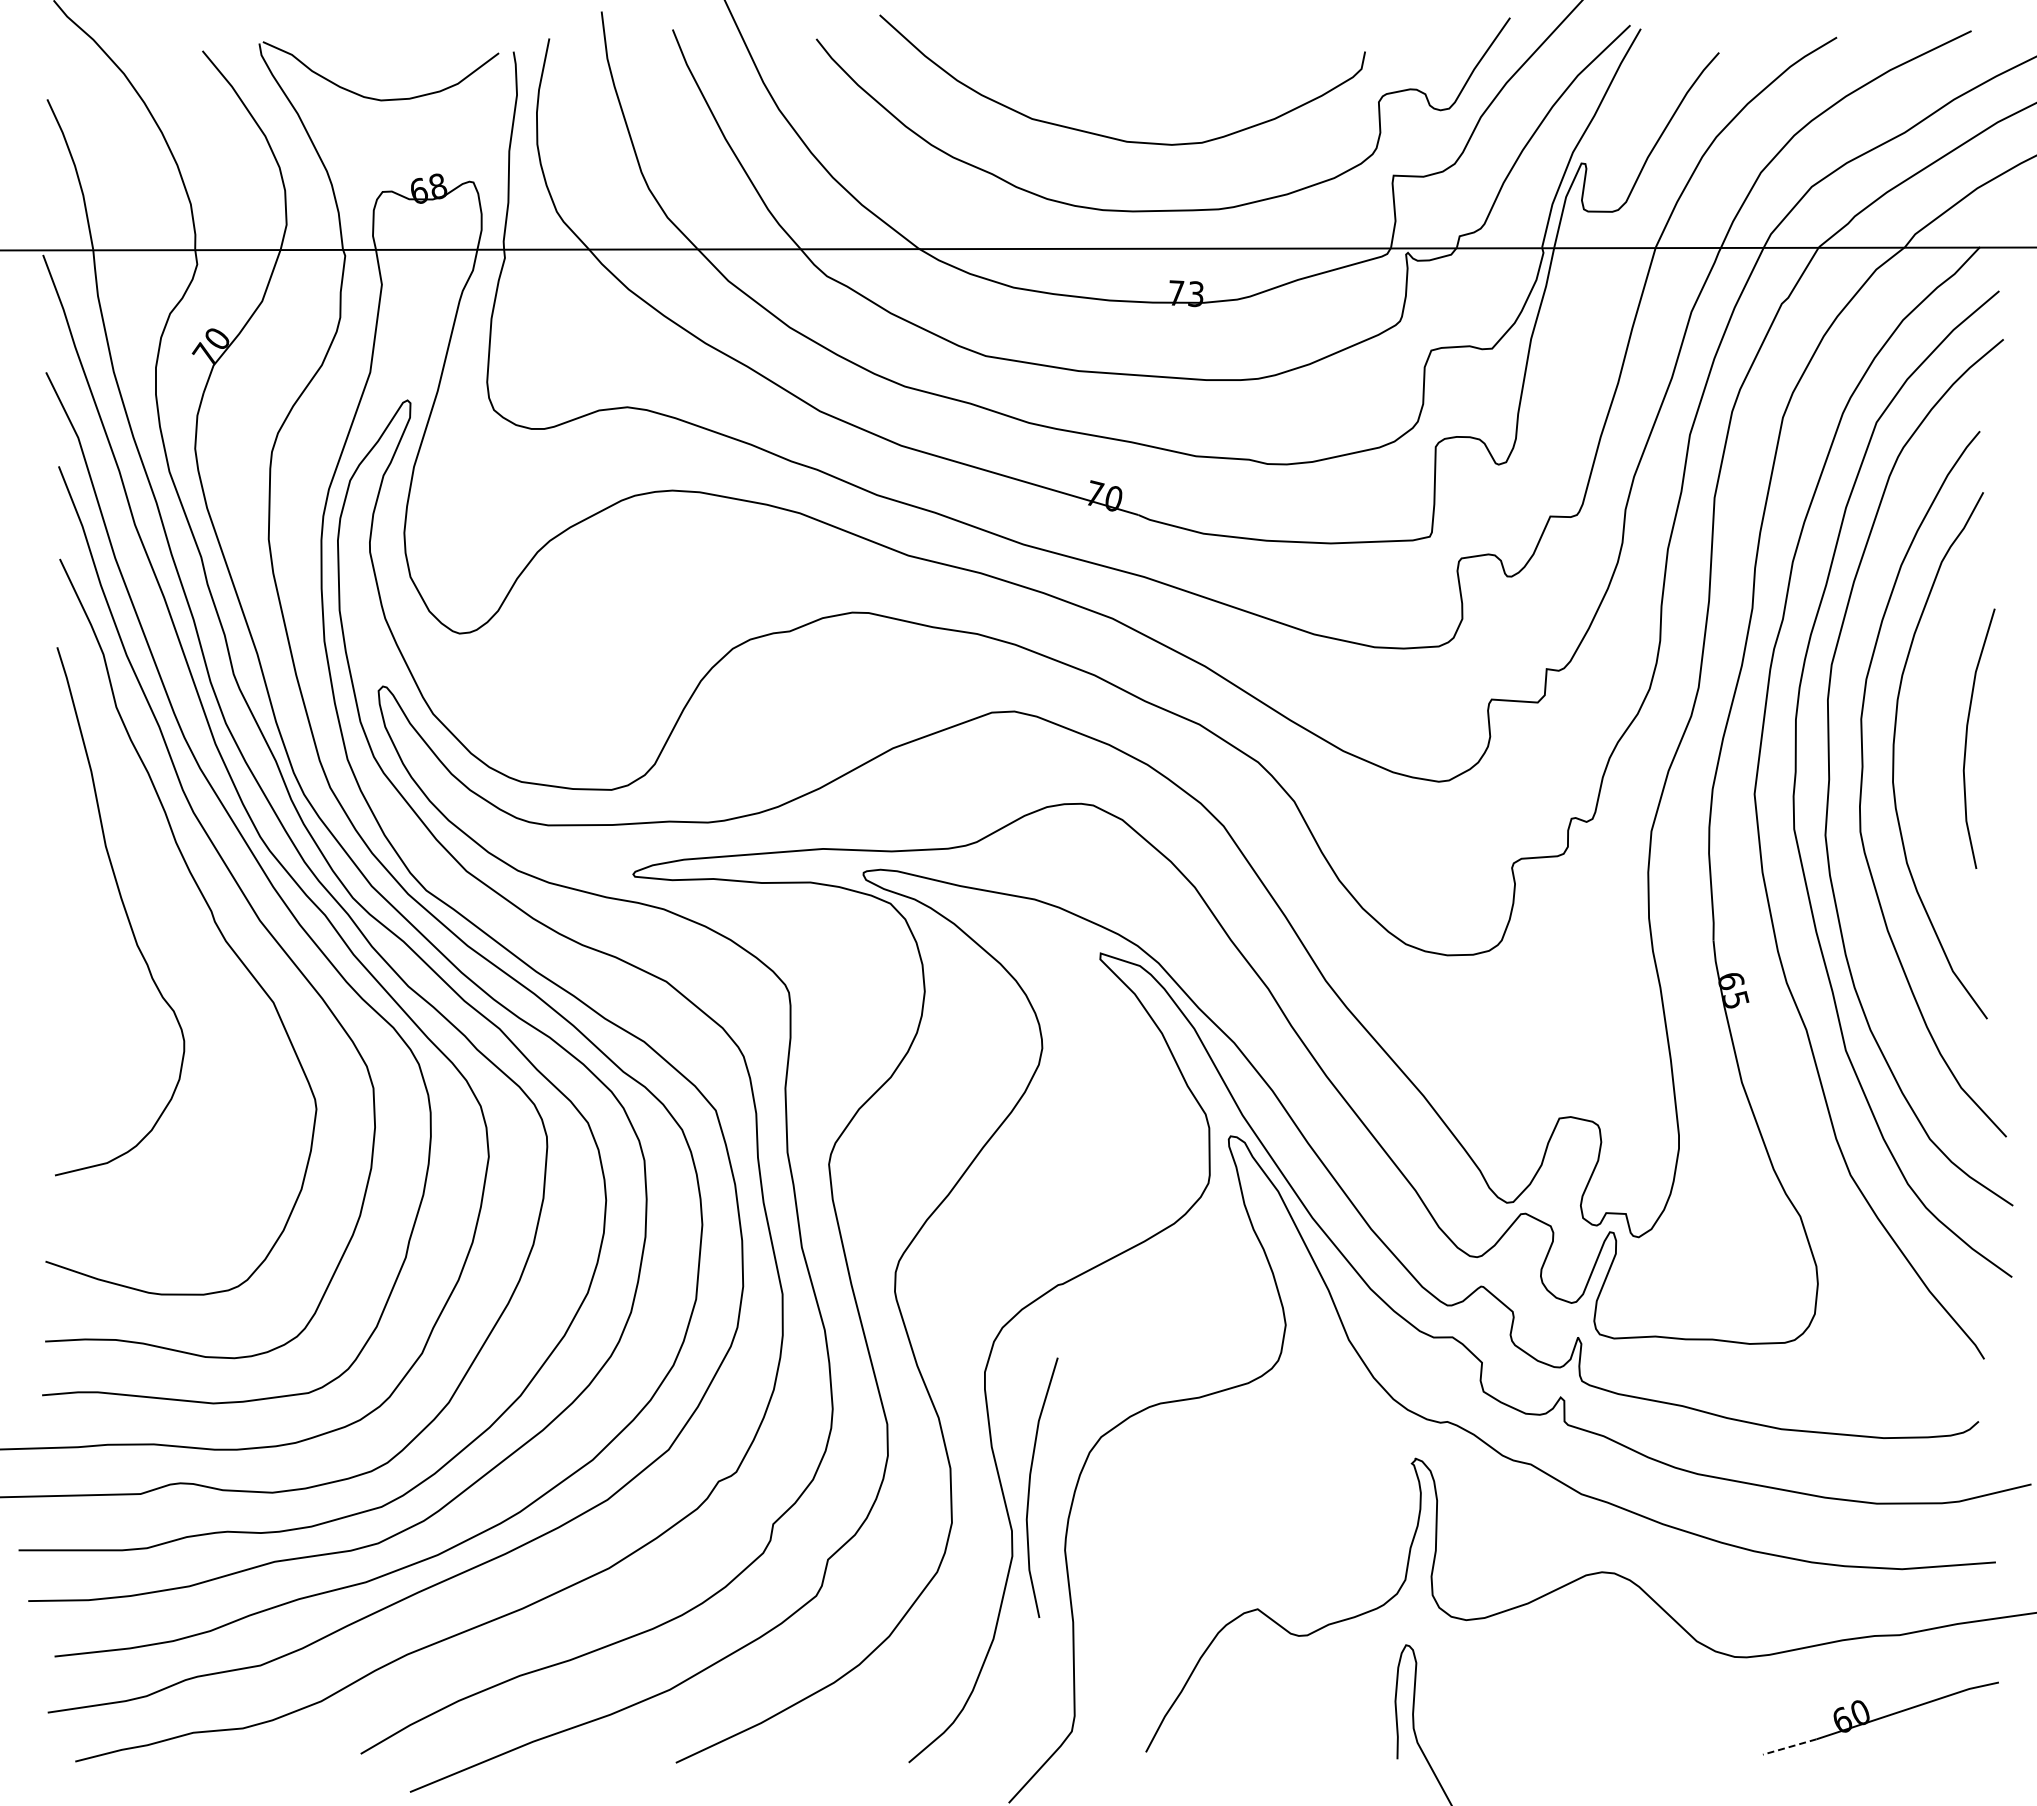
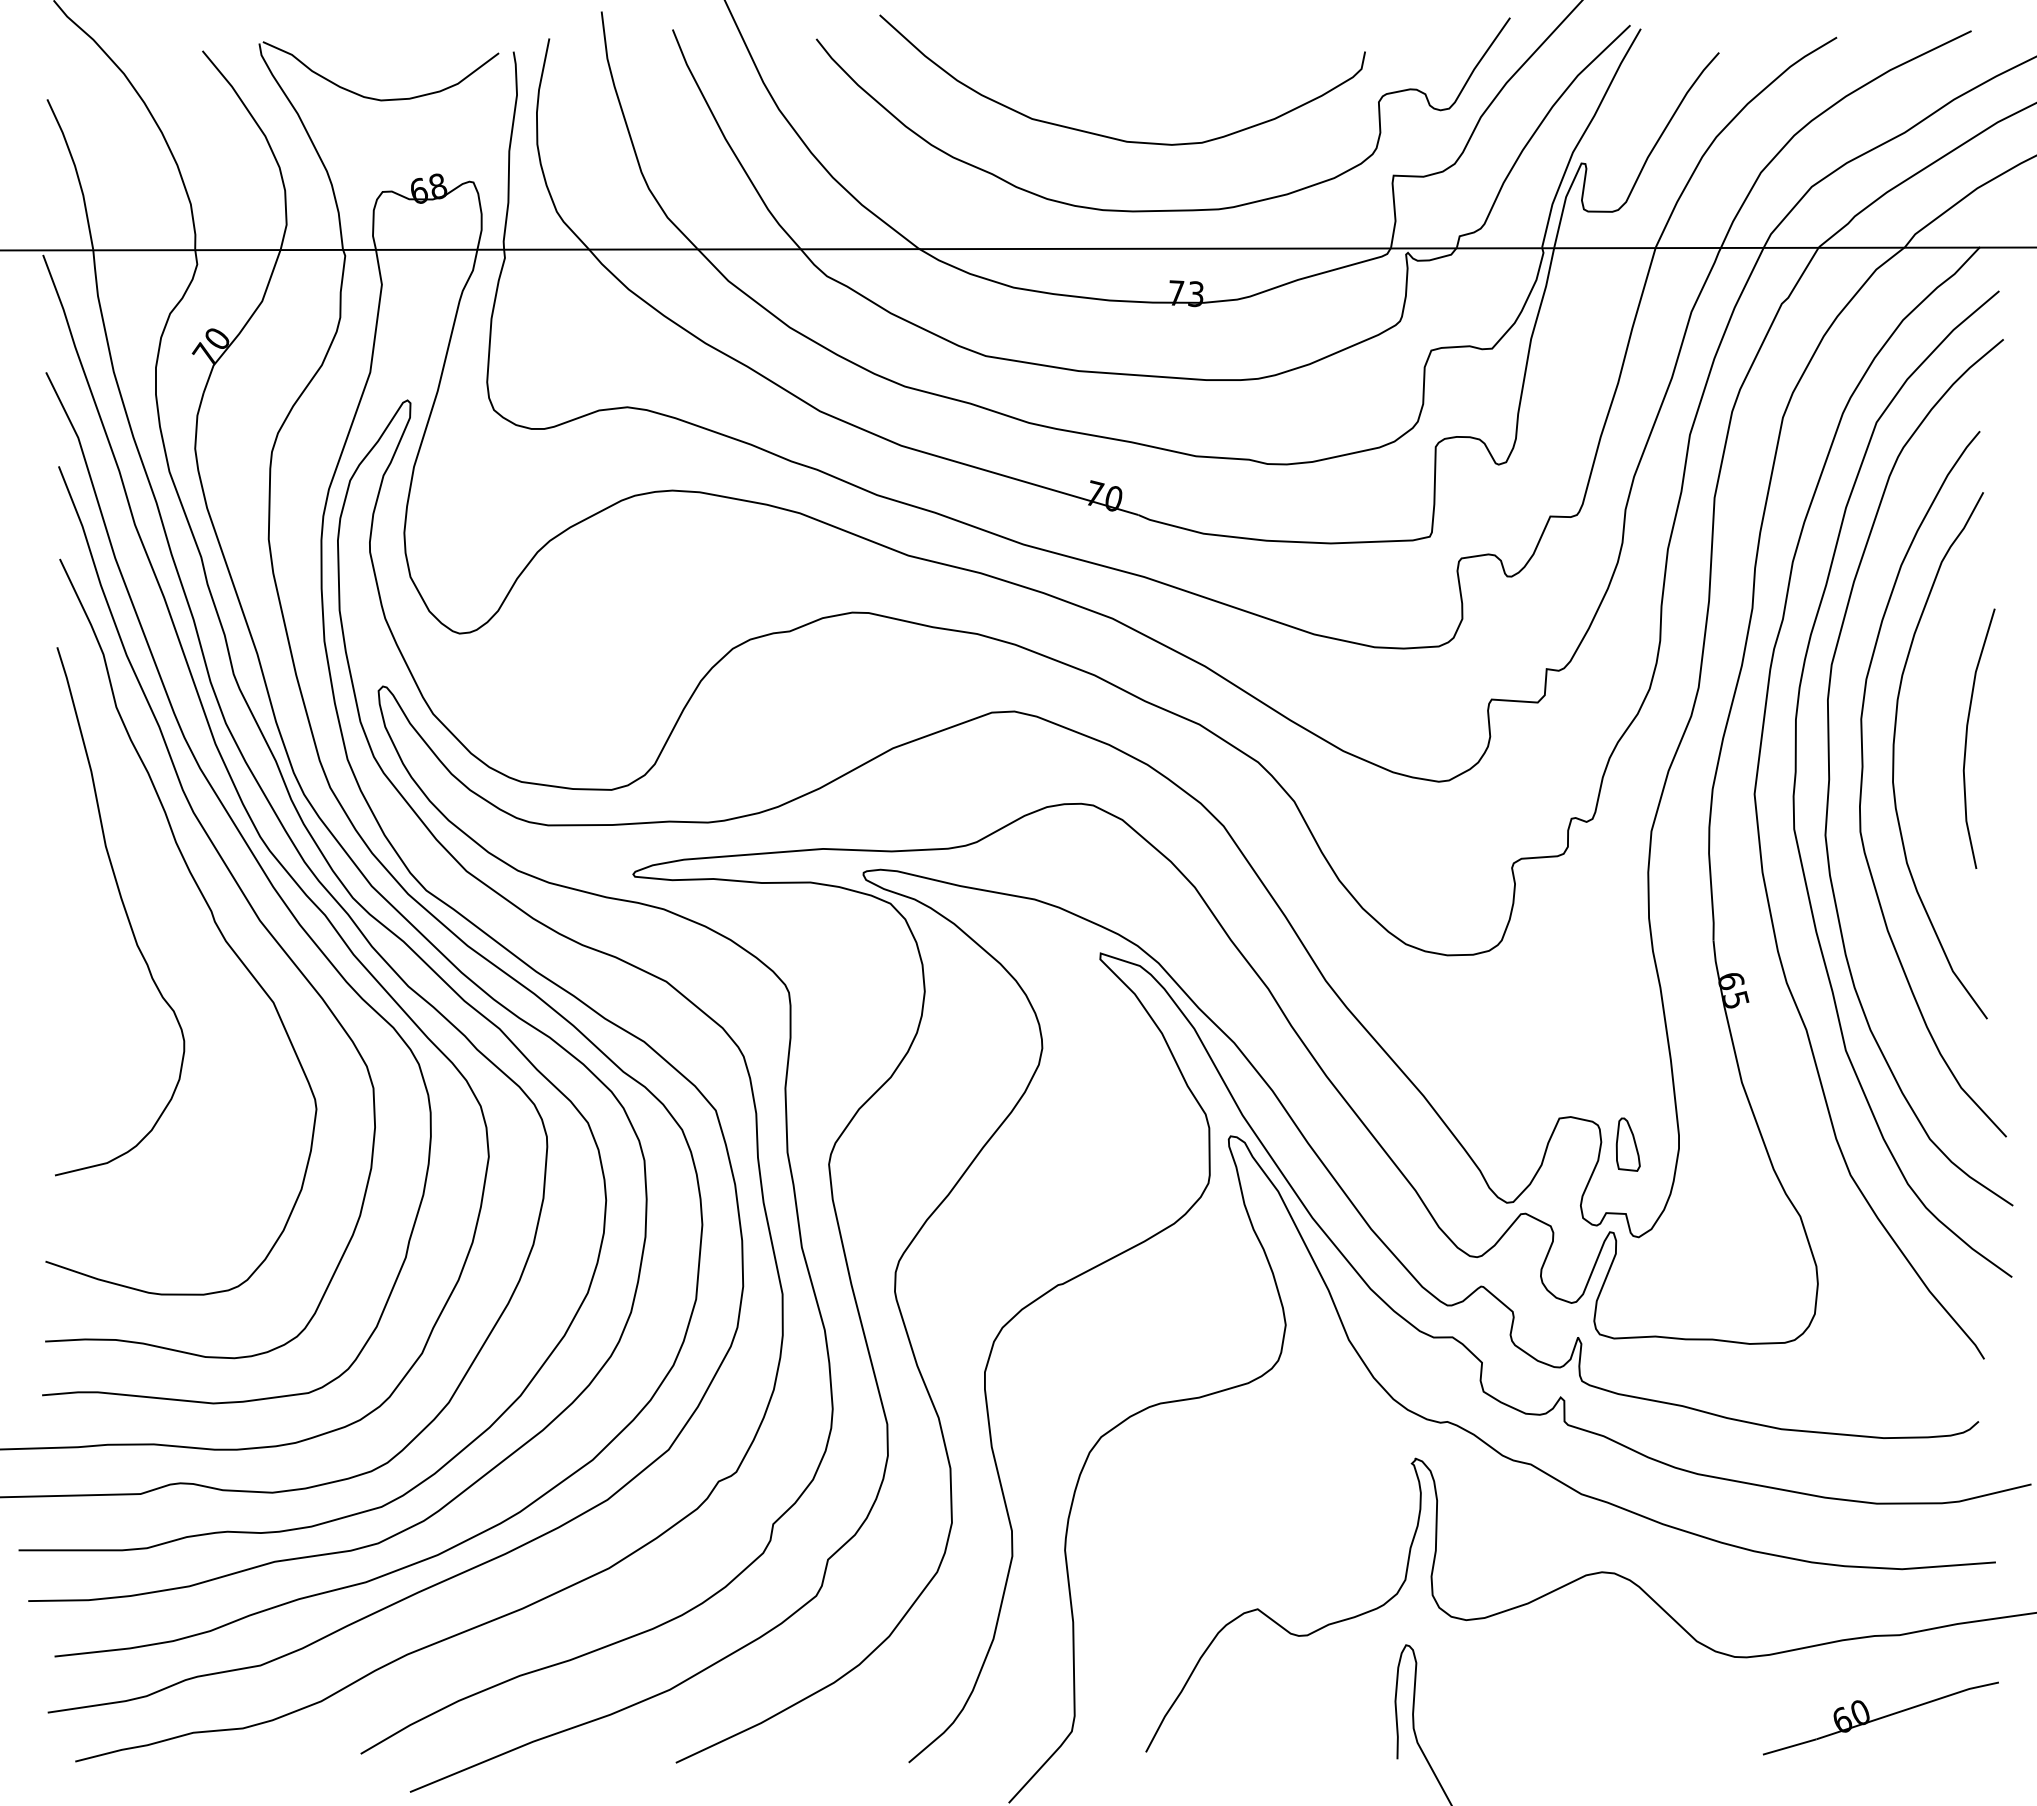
part at (1627, 1144): none -> present
curve at (1030, 1487): present -> none
line at (1789, 1746): dashed -> solid
